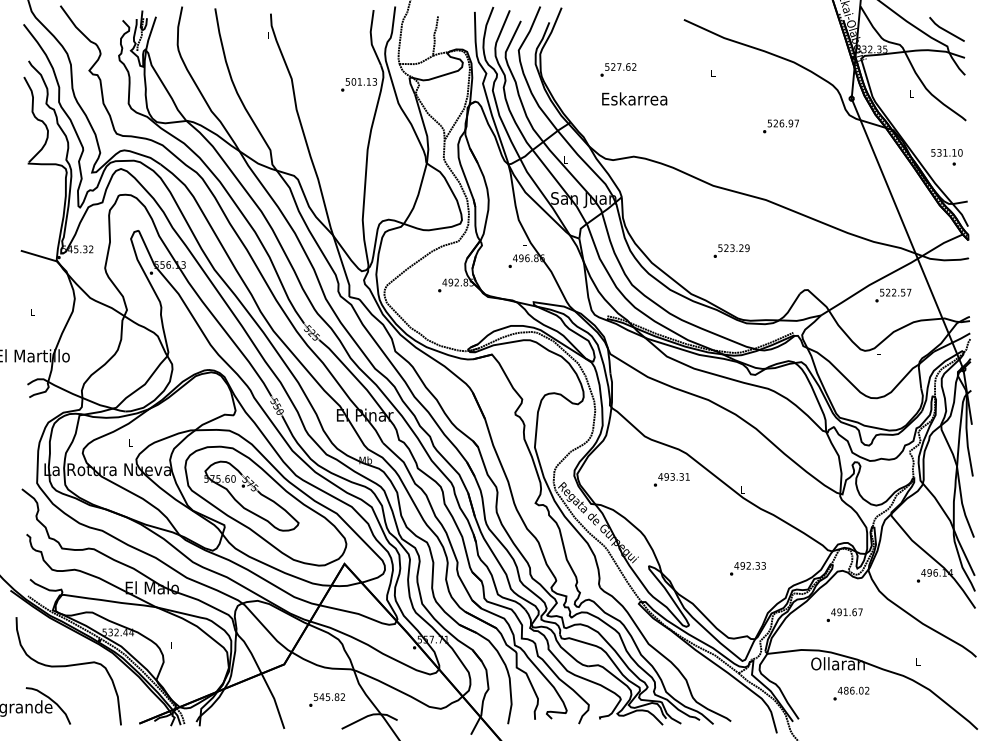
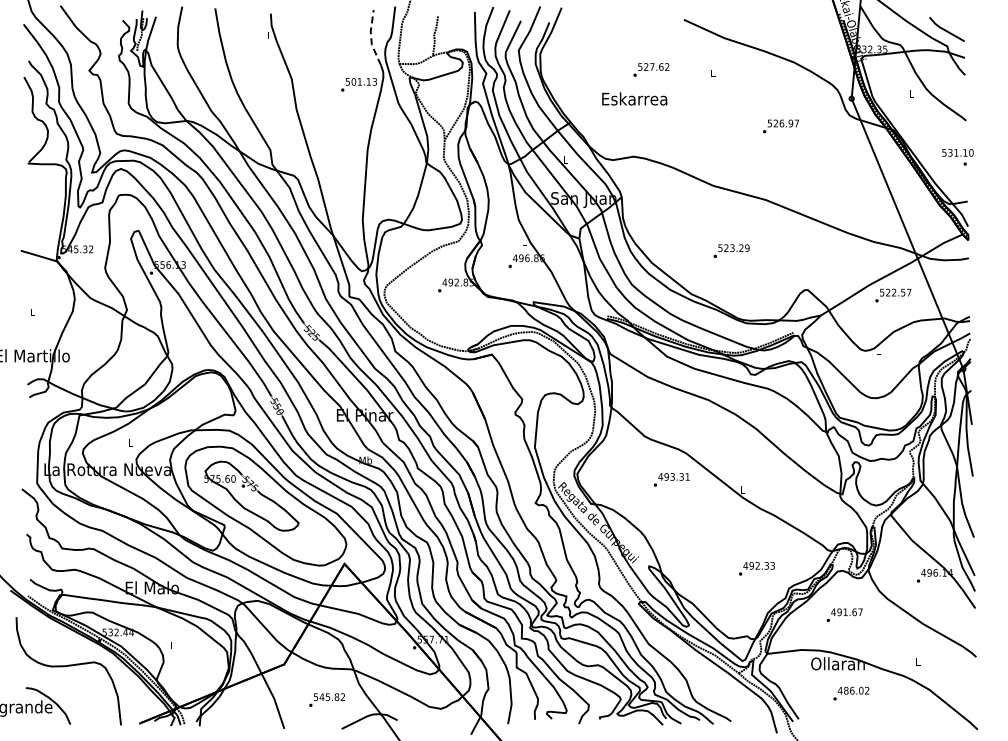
line at (371, 37): solid -> dashed
text at (618, 69) position: (618, 69) -> (651, 69)
text at (946, 157) position: (946, 157) -> (957, 157)
text at (747, 568) position: (747, 568) -> (756, 568)
